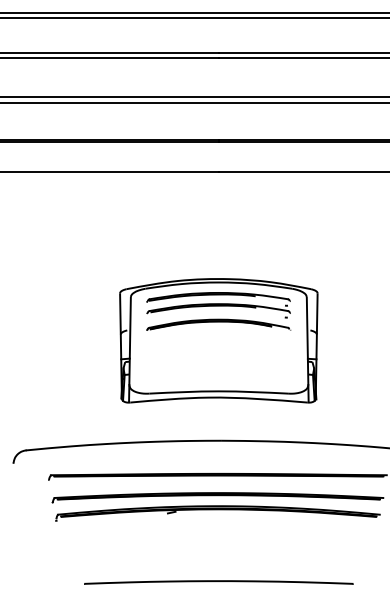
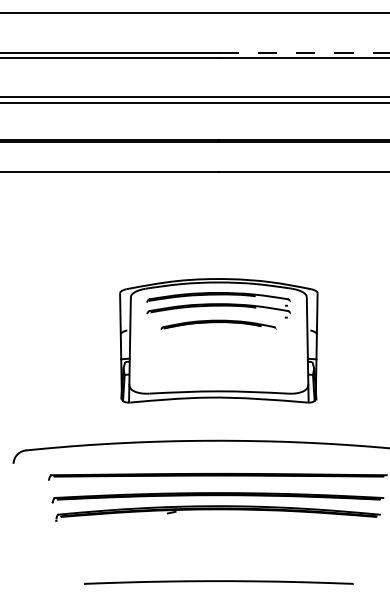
line at (194, 18): present -> none
line at (304, 52): solid -> dashed
part at (218, 324) size: 146x13 px -> 117x11 px
